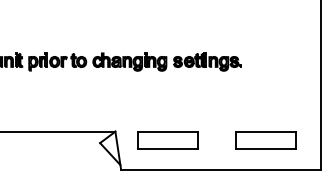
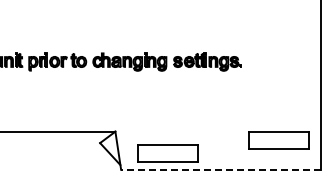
part at (167, 140) position: (167, 140) -> (167, 153)
part at (265, 140) position: (265, 140) -> (278, 140)
line at (220, 169): solid -> dashed
